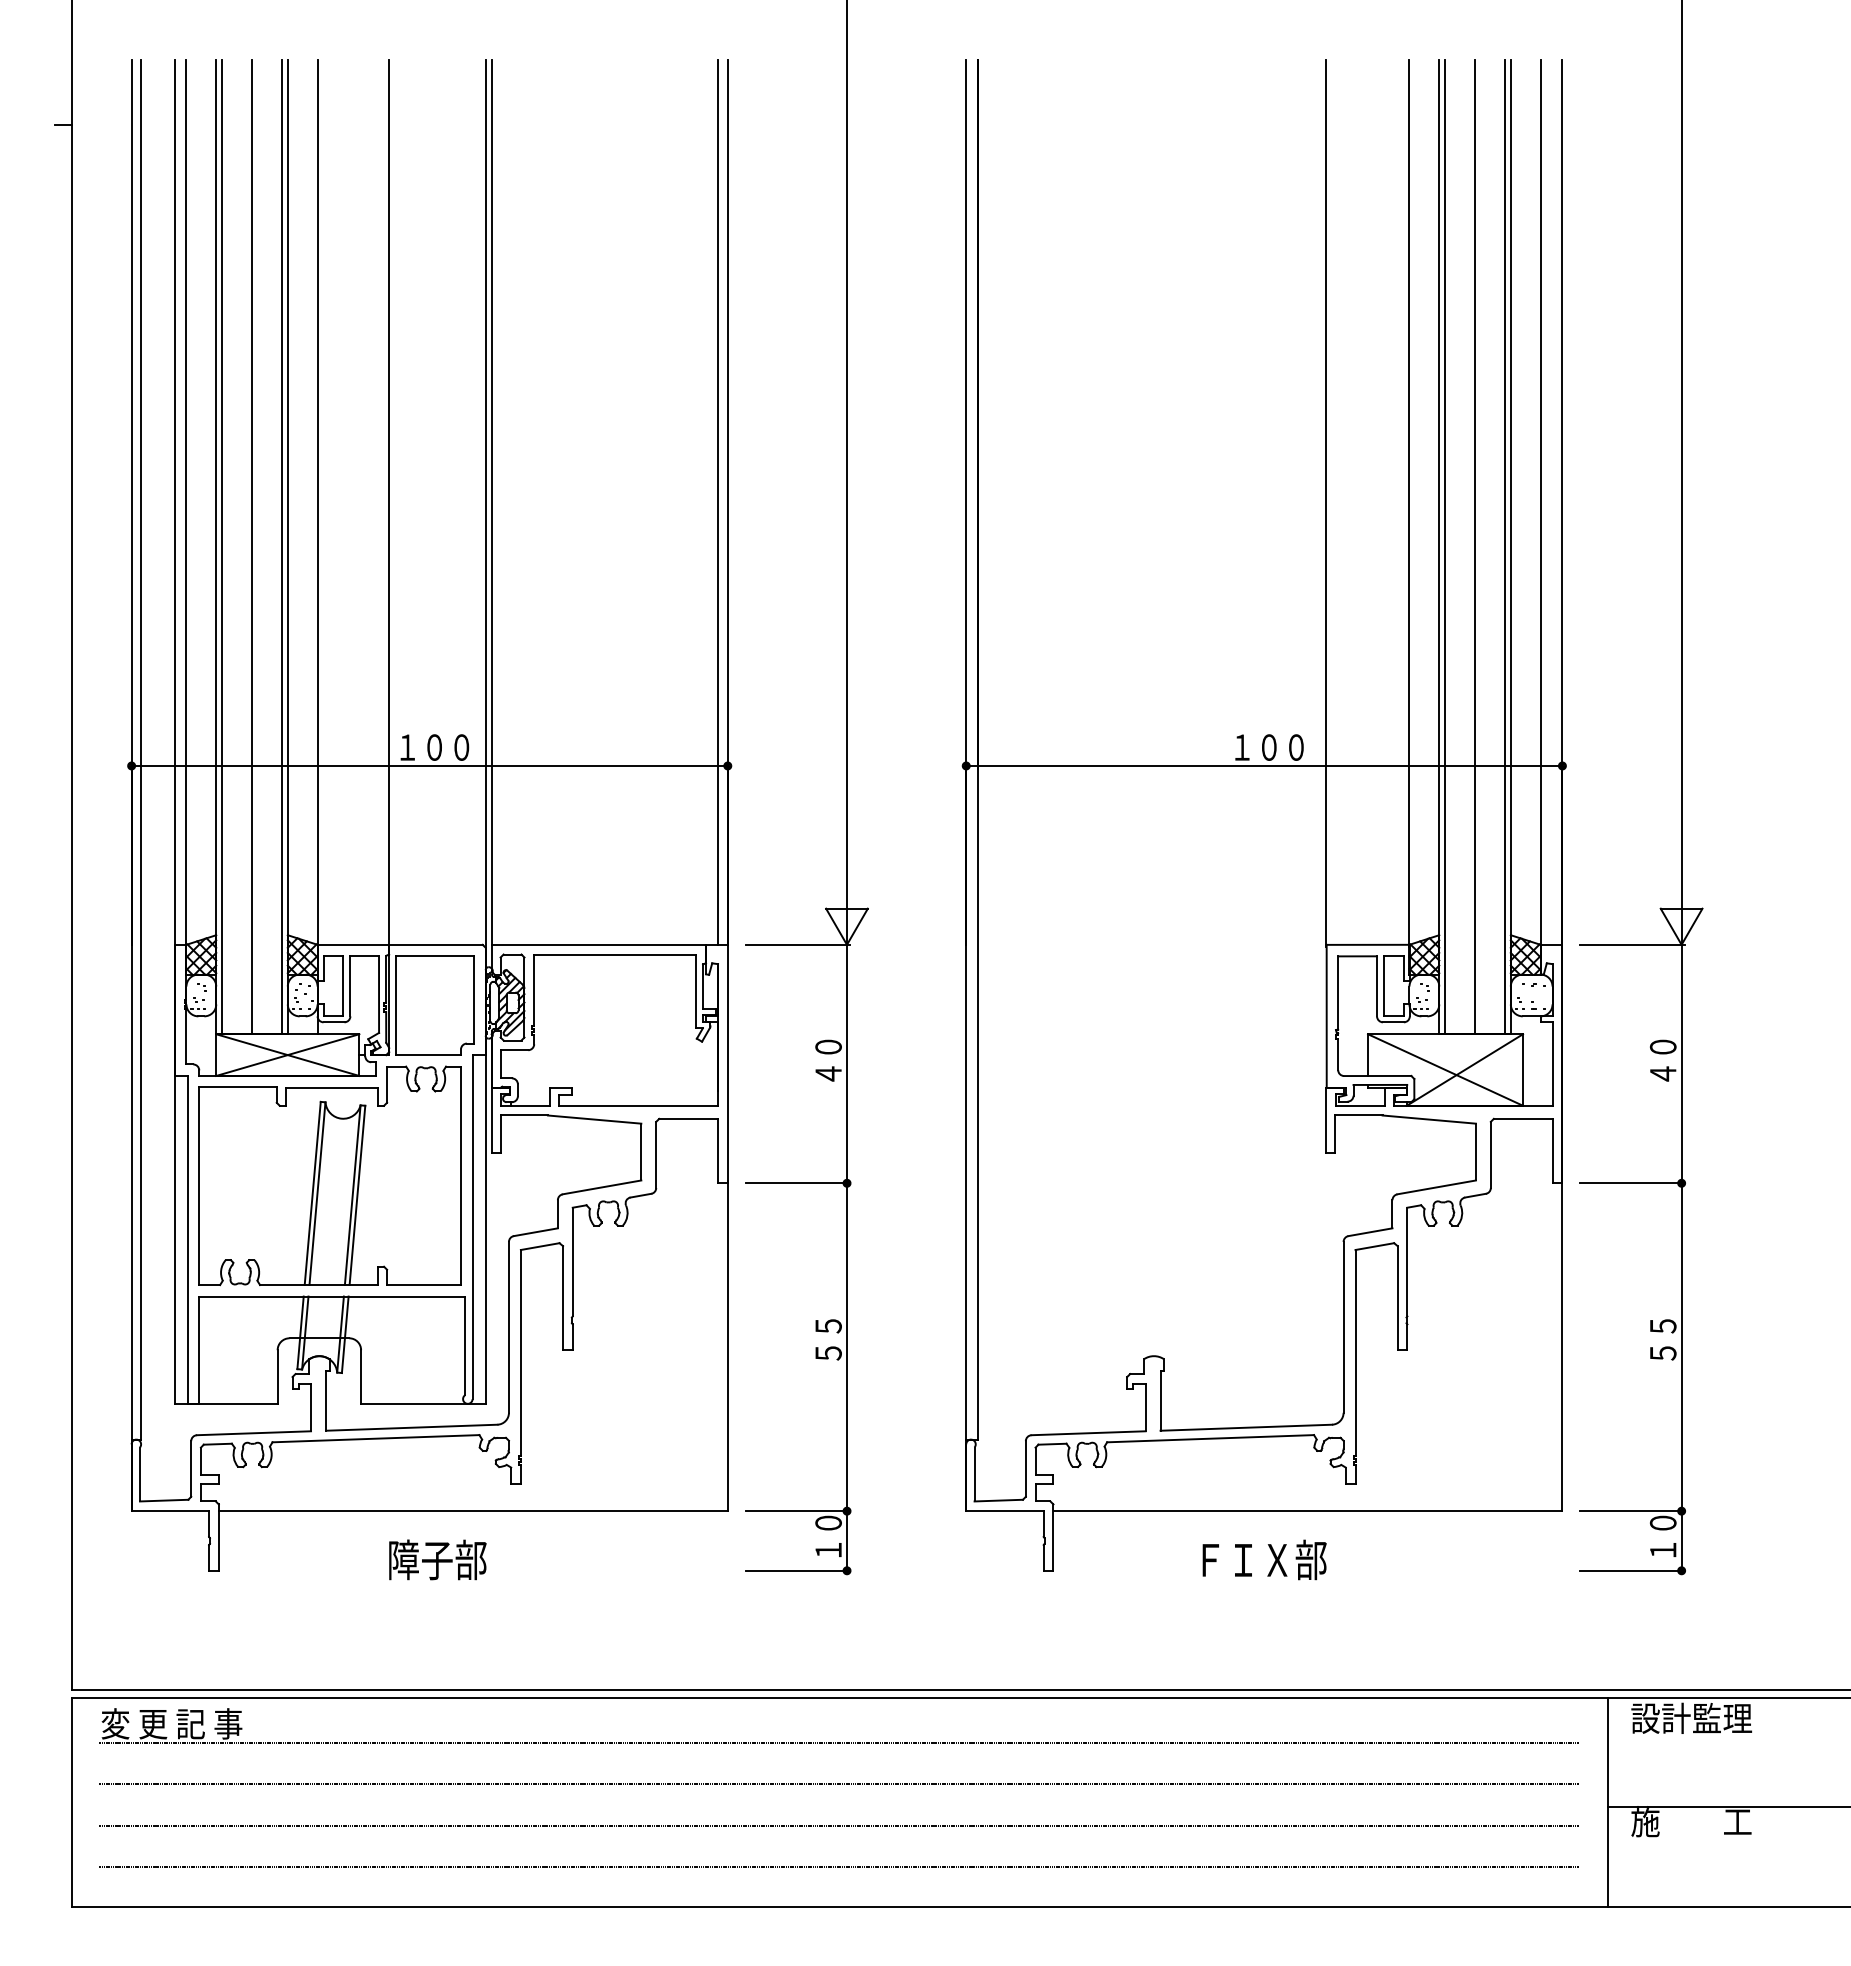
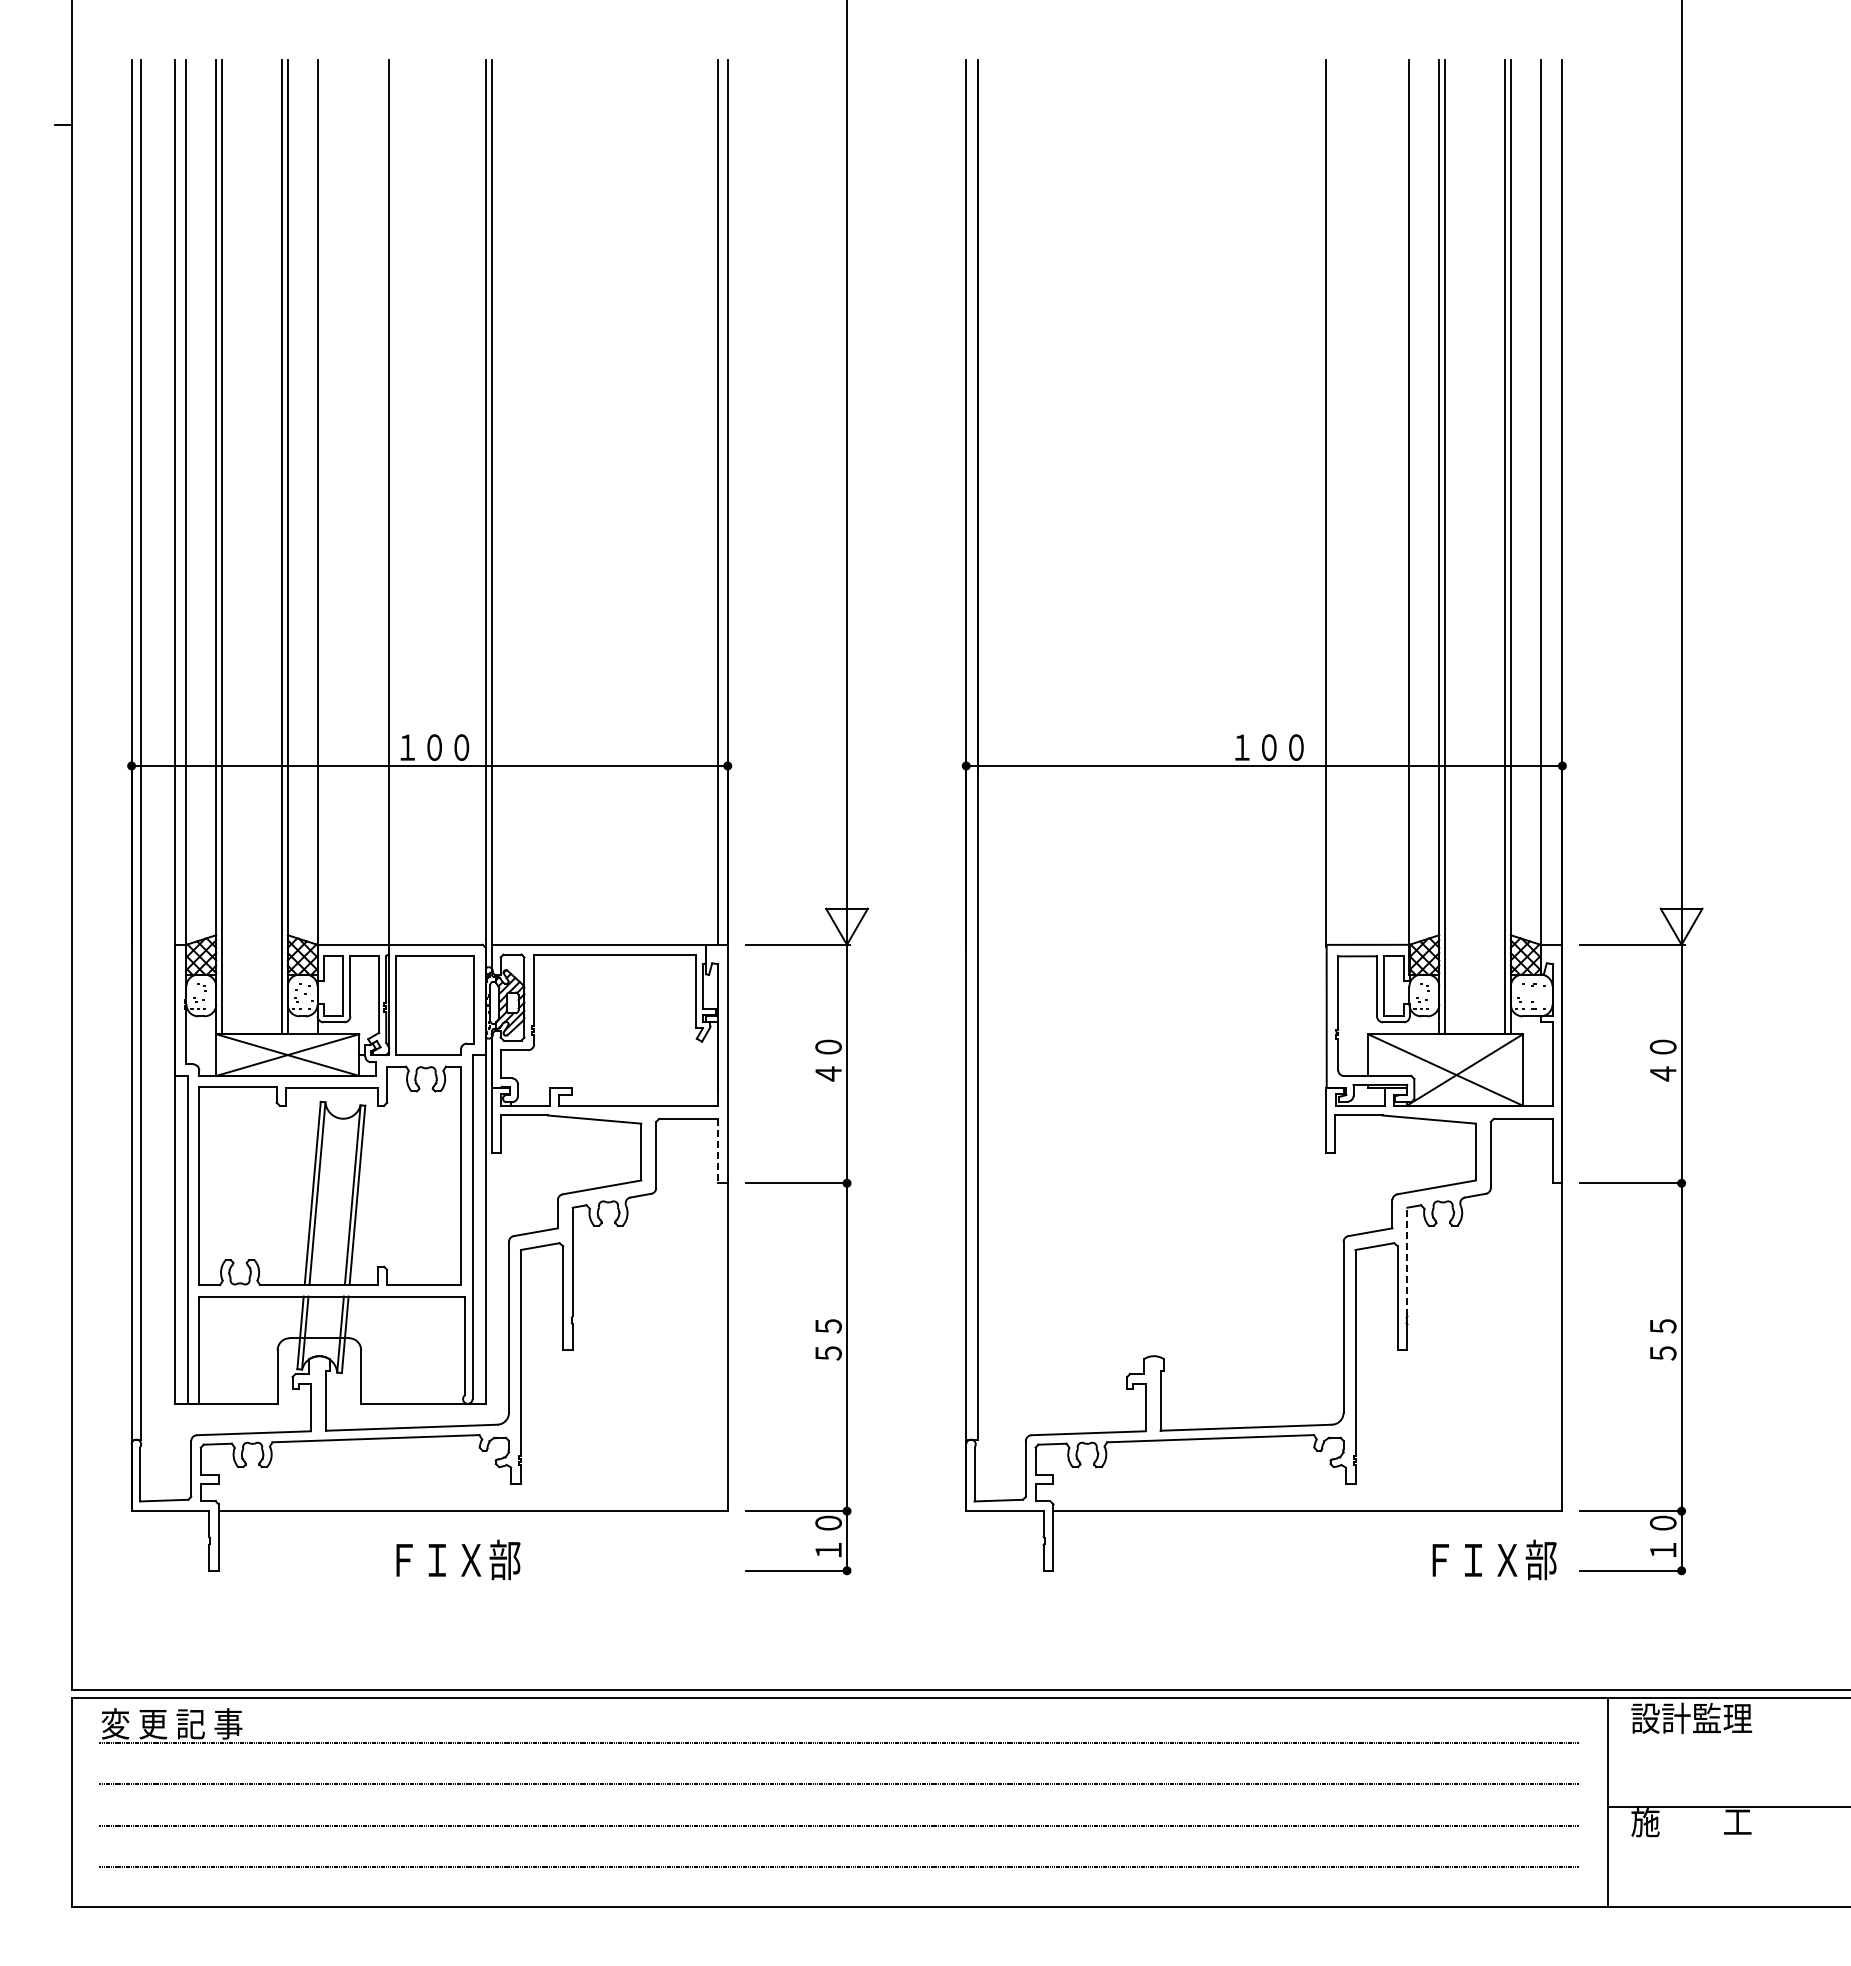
line at (252, 546): present -> none
line at (1475, 546): present -> none
line at (718, 1151): solid -> dashed
line at (1407, 1261): solid -> dashed
text at (454, 1559): 障子部 -> ＦＩＸ部
text at (1264, 1559) position: (1264, 1559) -> (1494, 1559)
